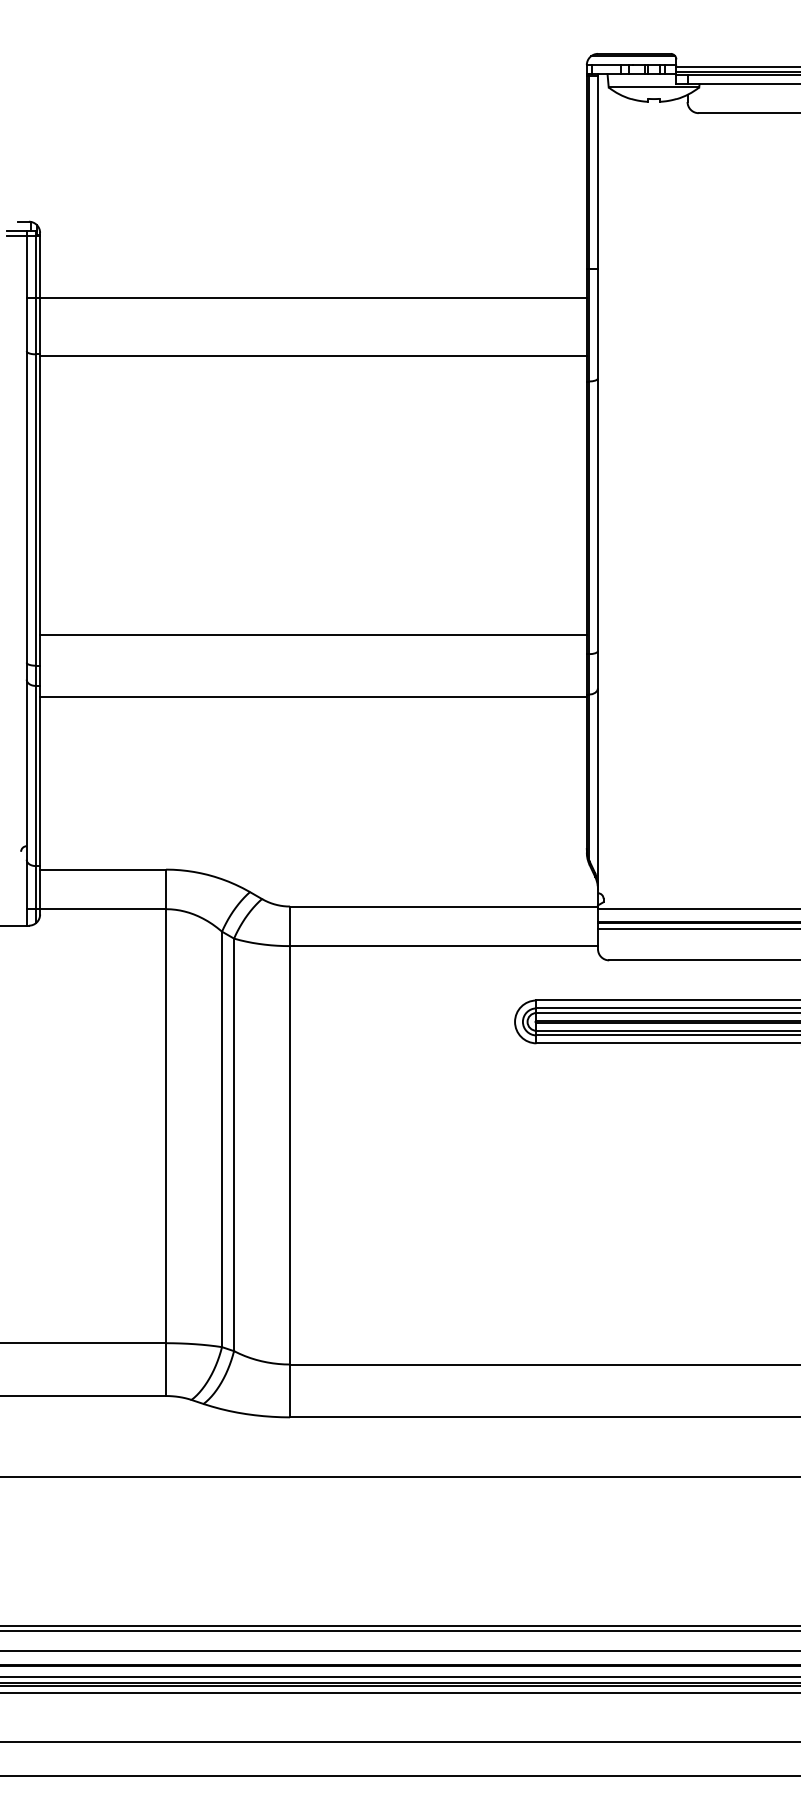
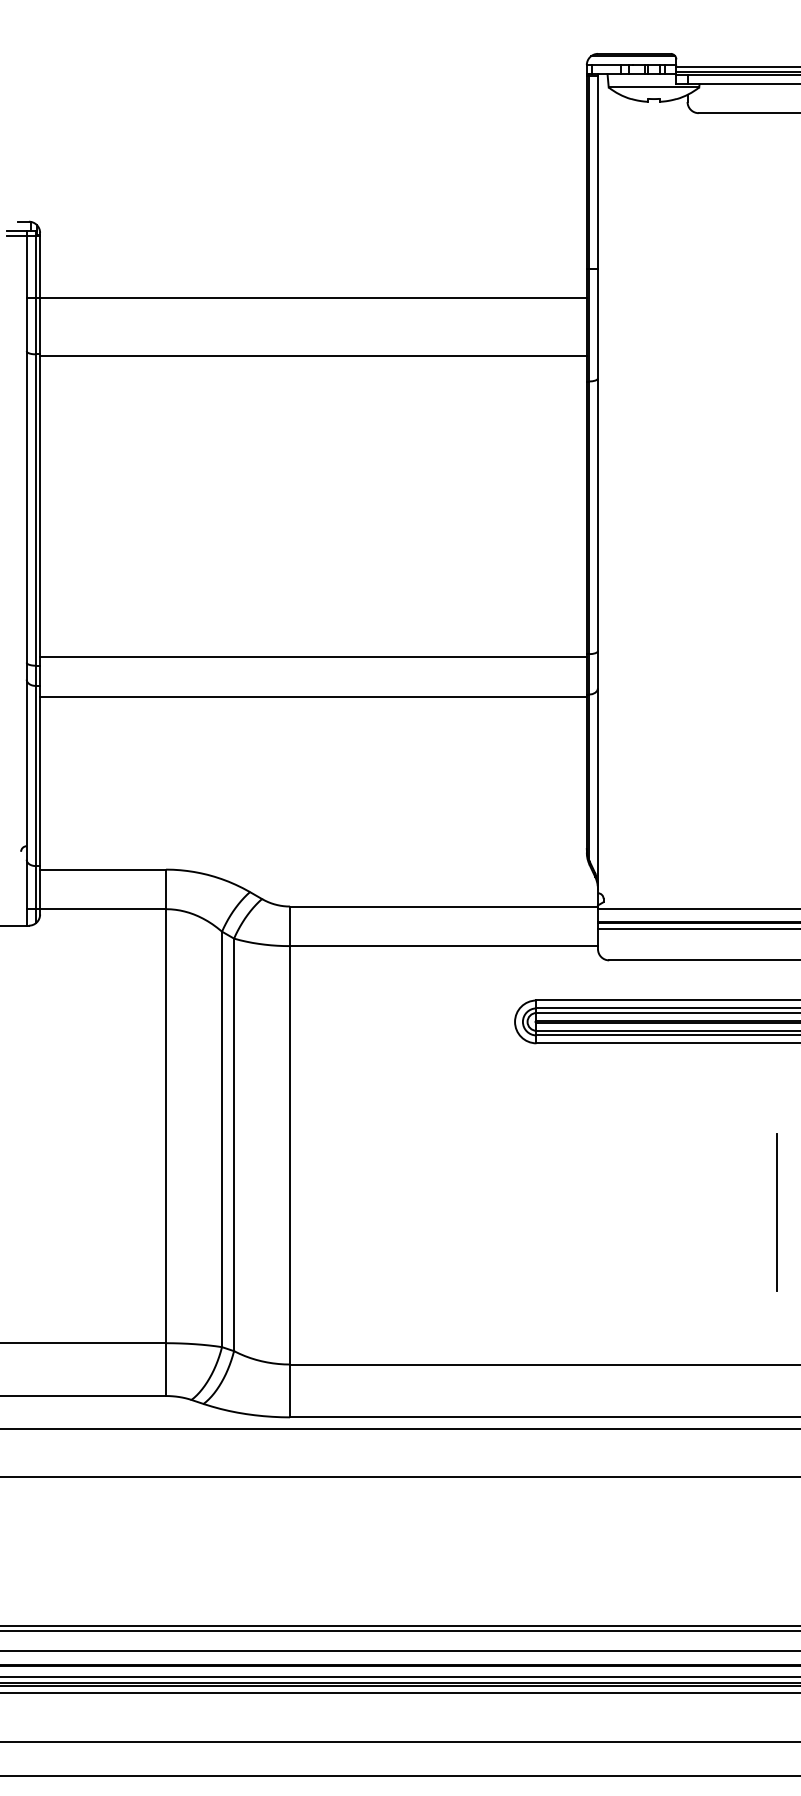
line at (313, 634) position: (313, 634) -> (313, 656)
line at (776, 1212): none -> present
line at (399, 1428): none -> present
